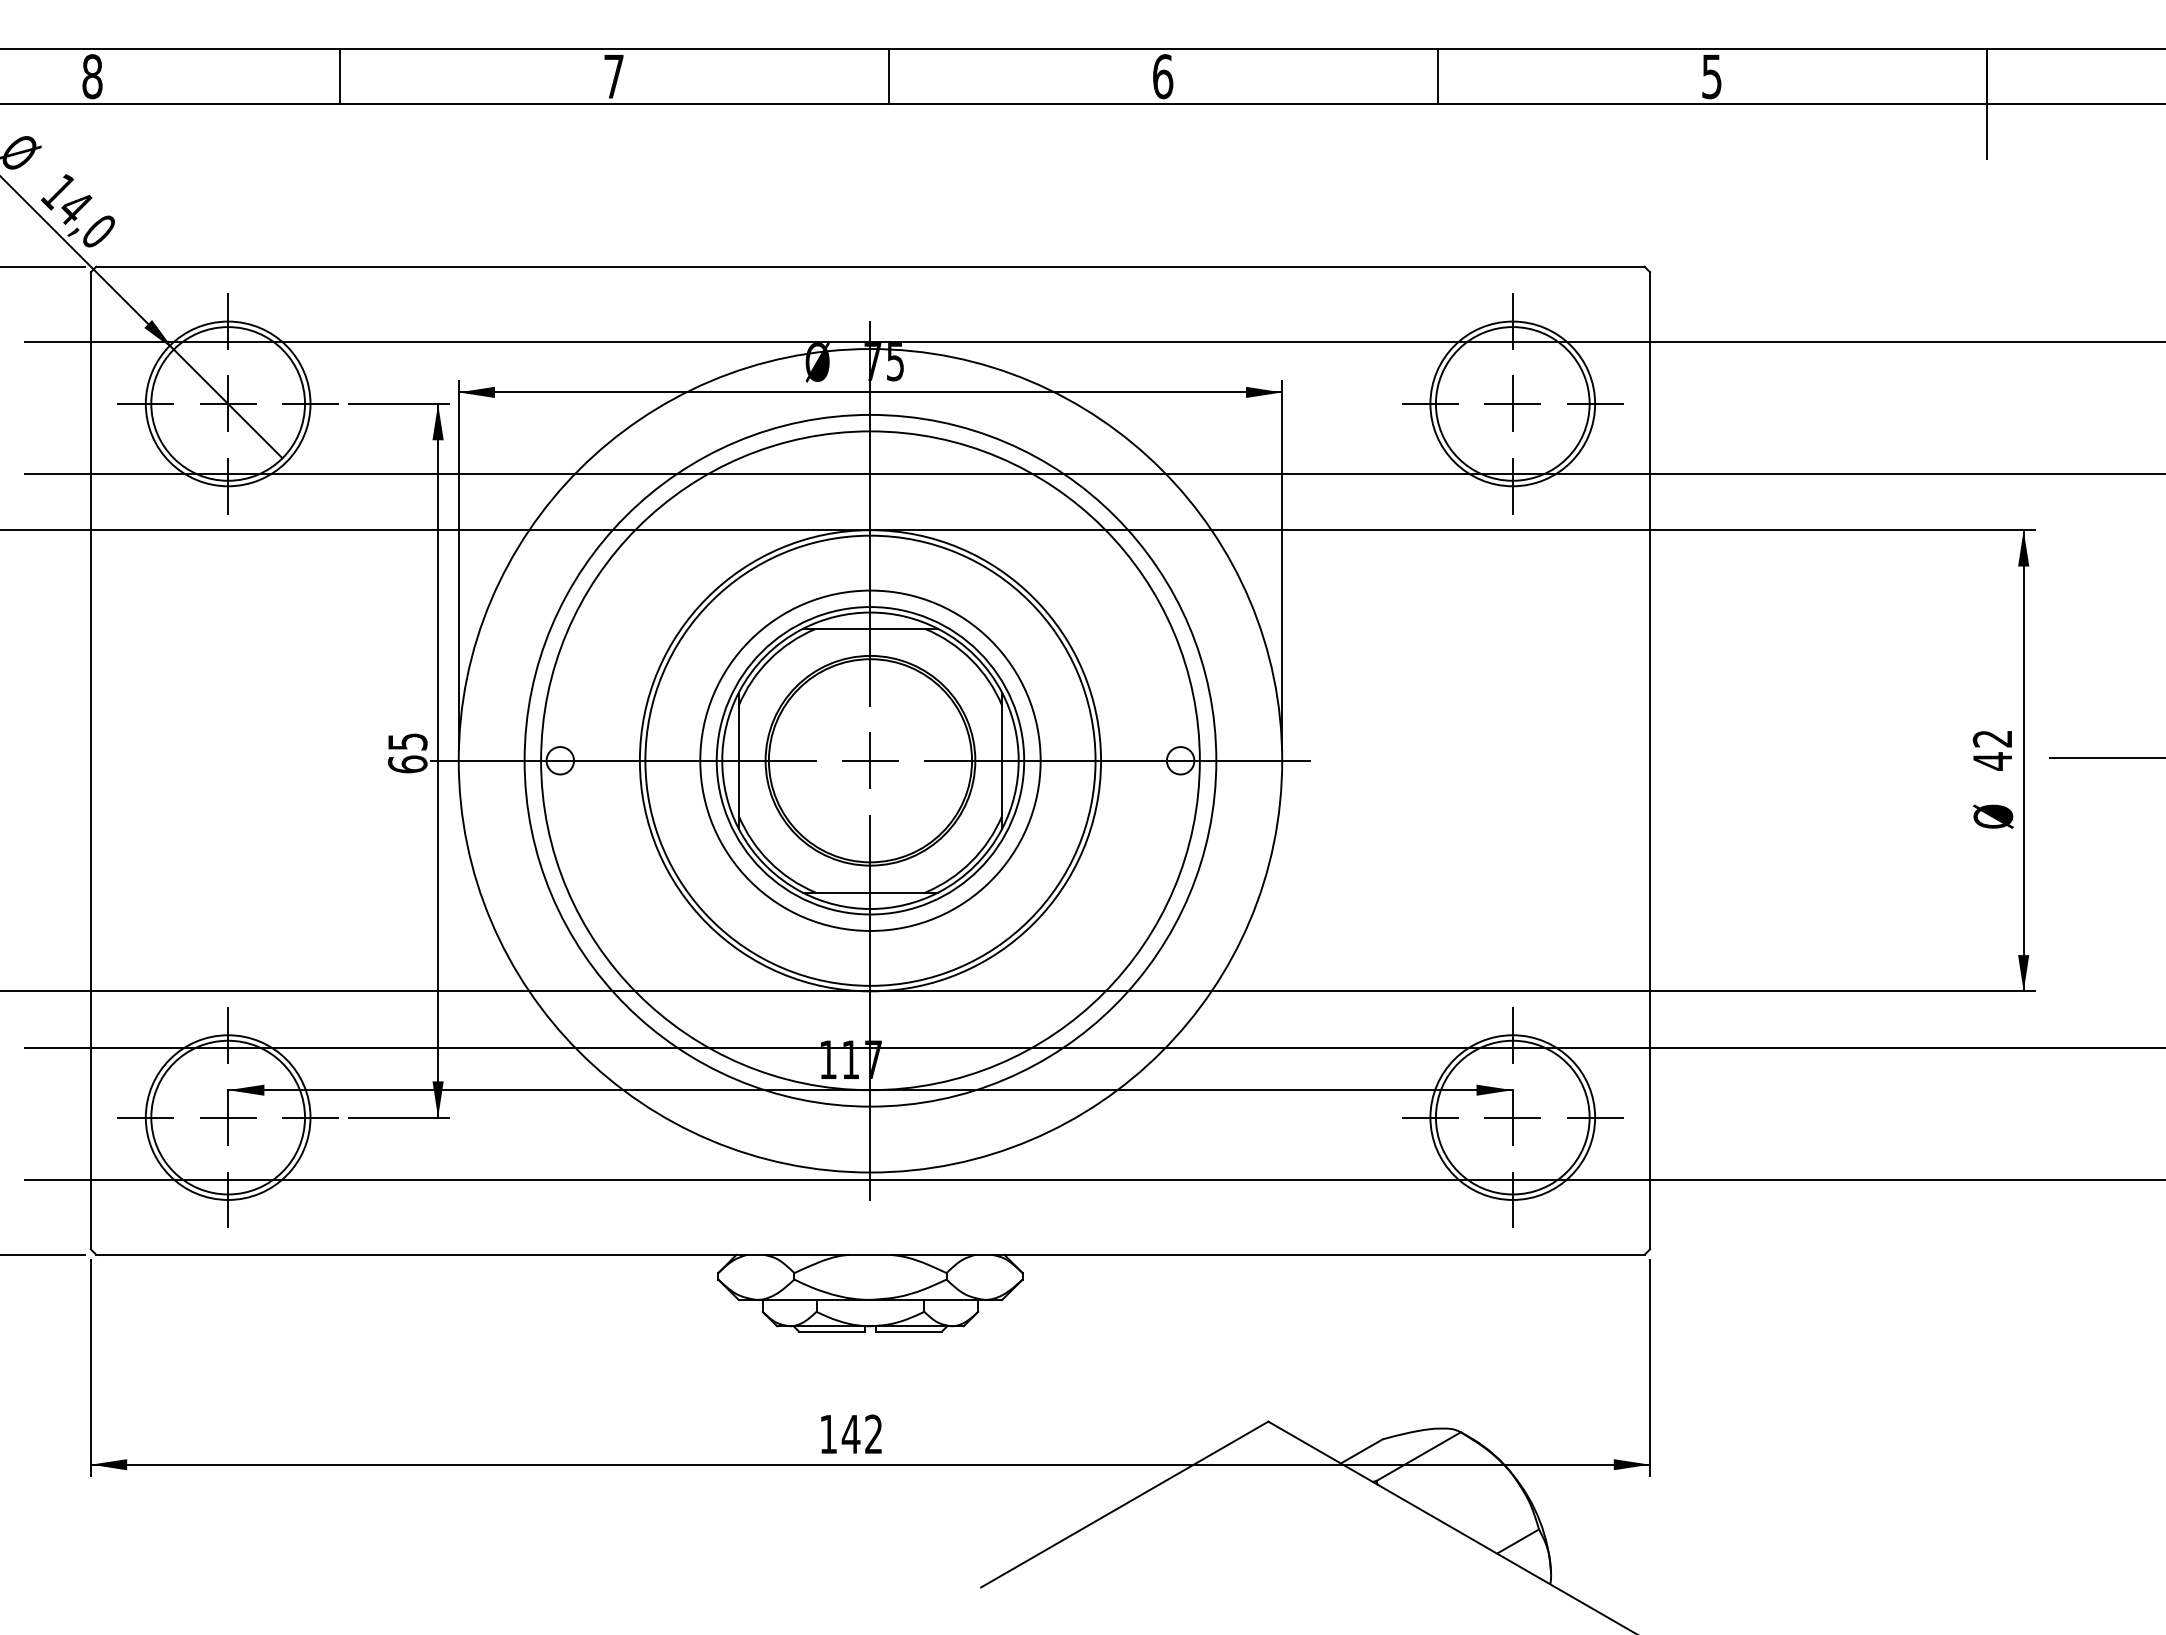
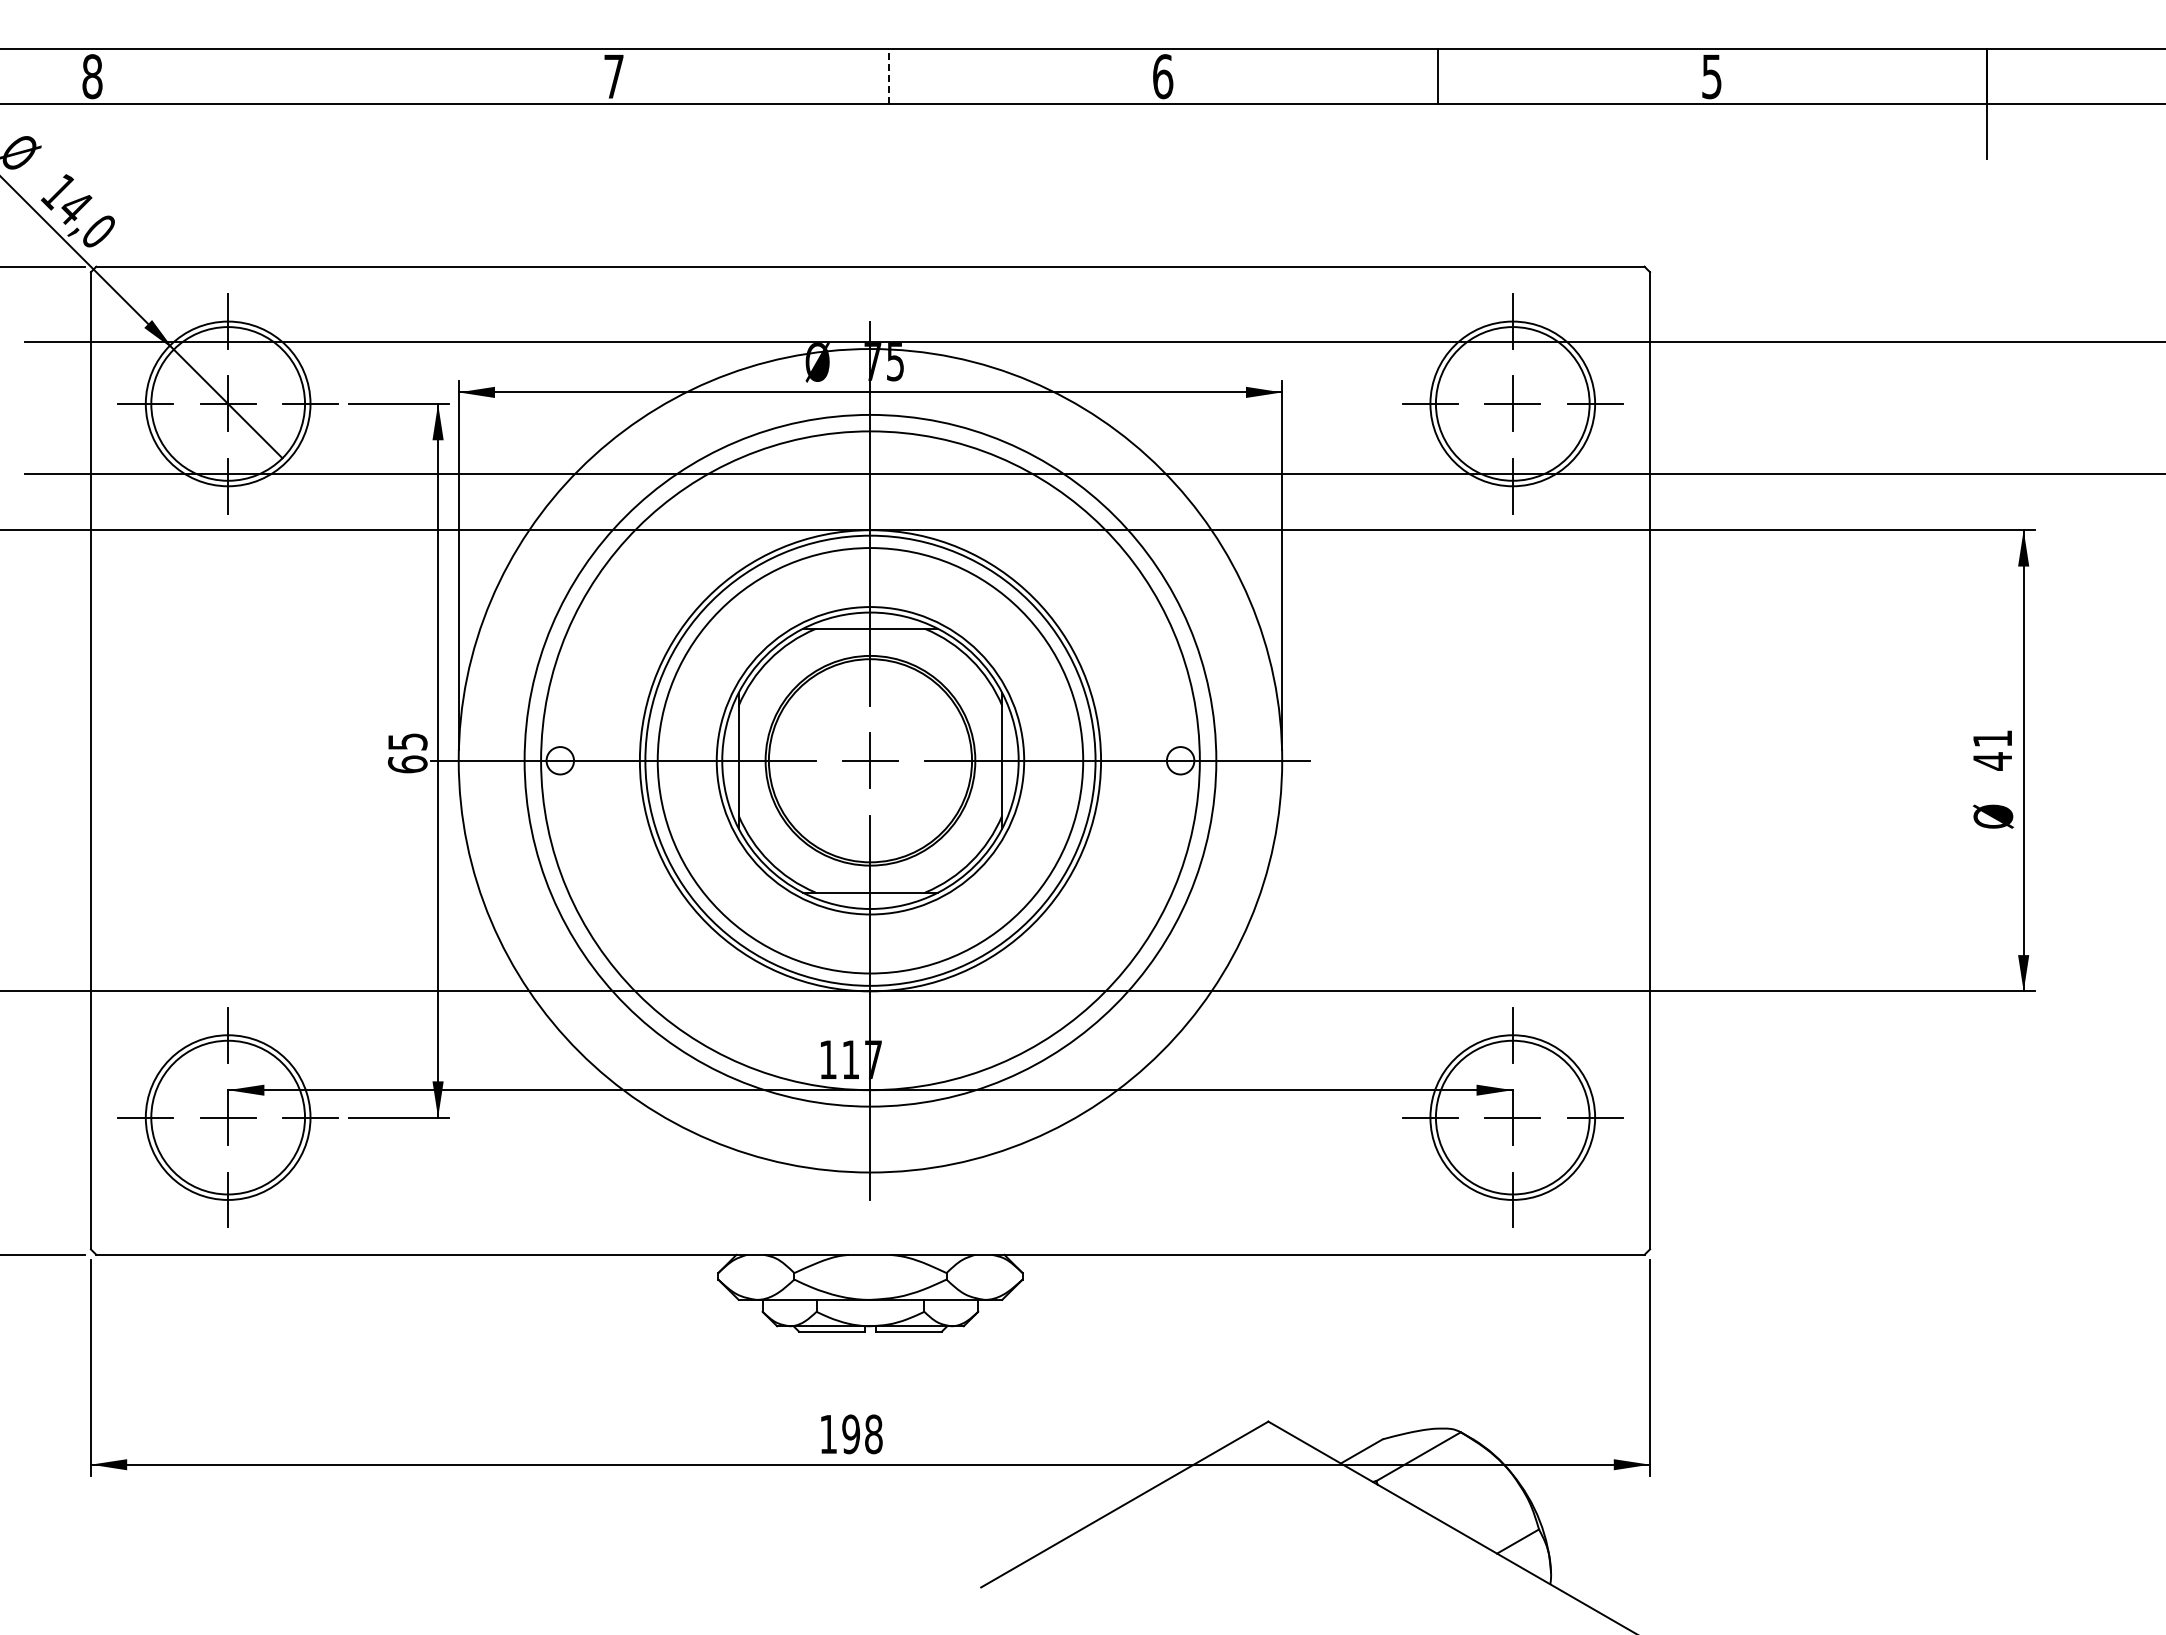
line at (340, 76): present -> none
line at (889, 76): solid -> dashed
text at (1991, 738): 42 -> 41
line at (2105, 758): present -> none
circle at (870, 760) diameter: 340 px -> 425 px
line at (1093, 1047): present -> none
line at (1093, 1179): present -> none
text at (861, 1434): 142 -> 198
